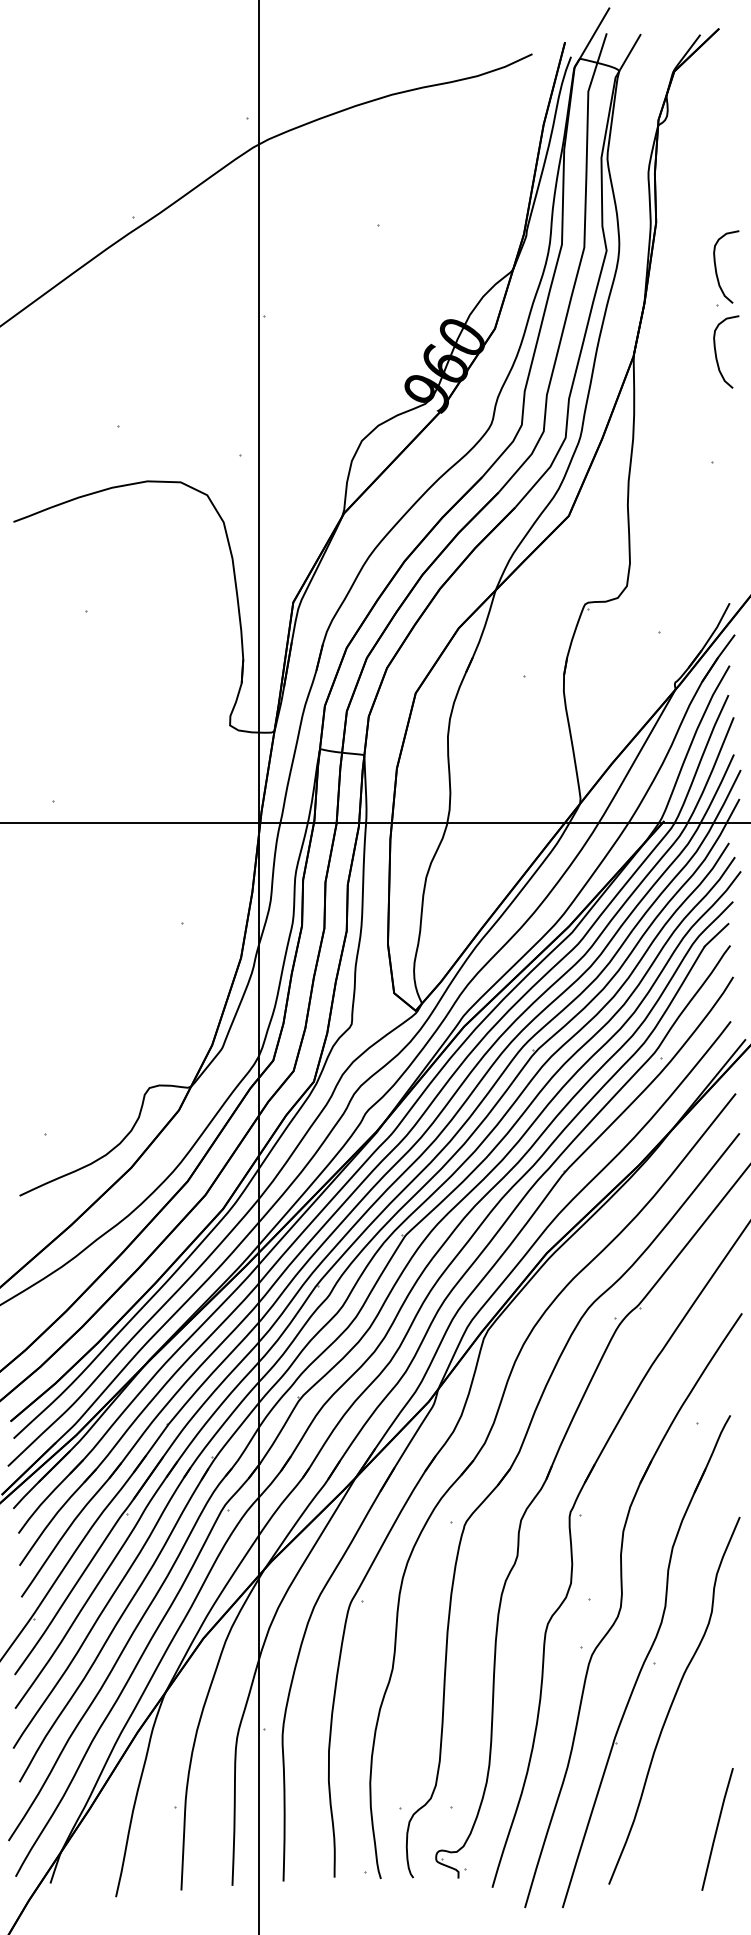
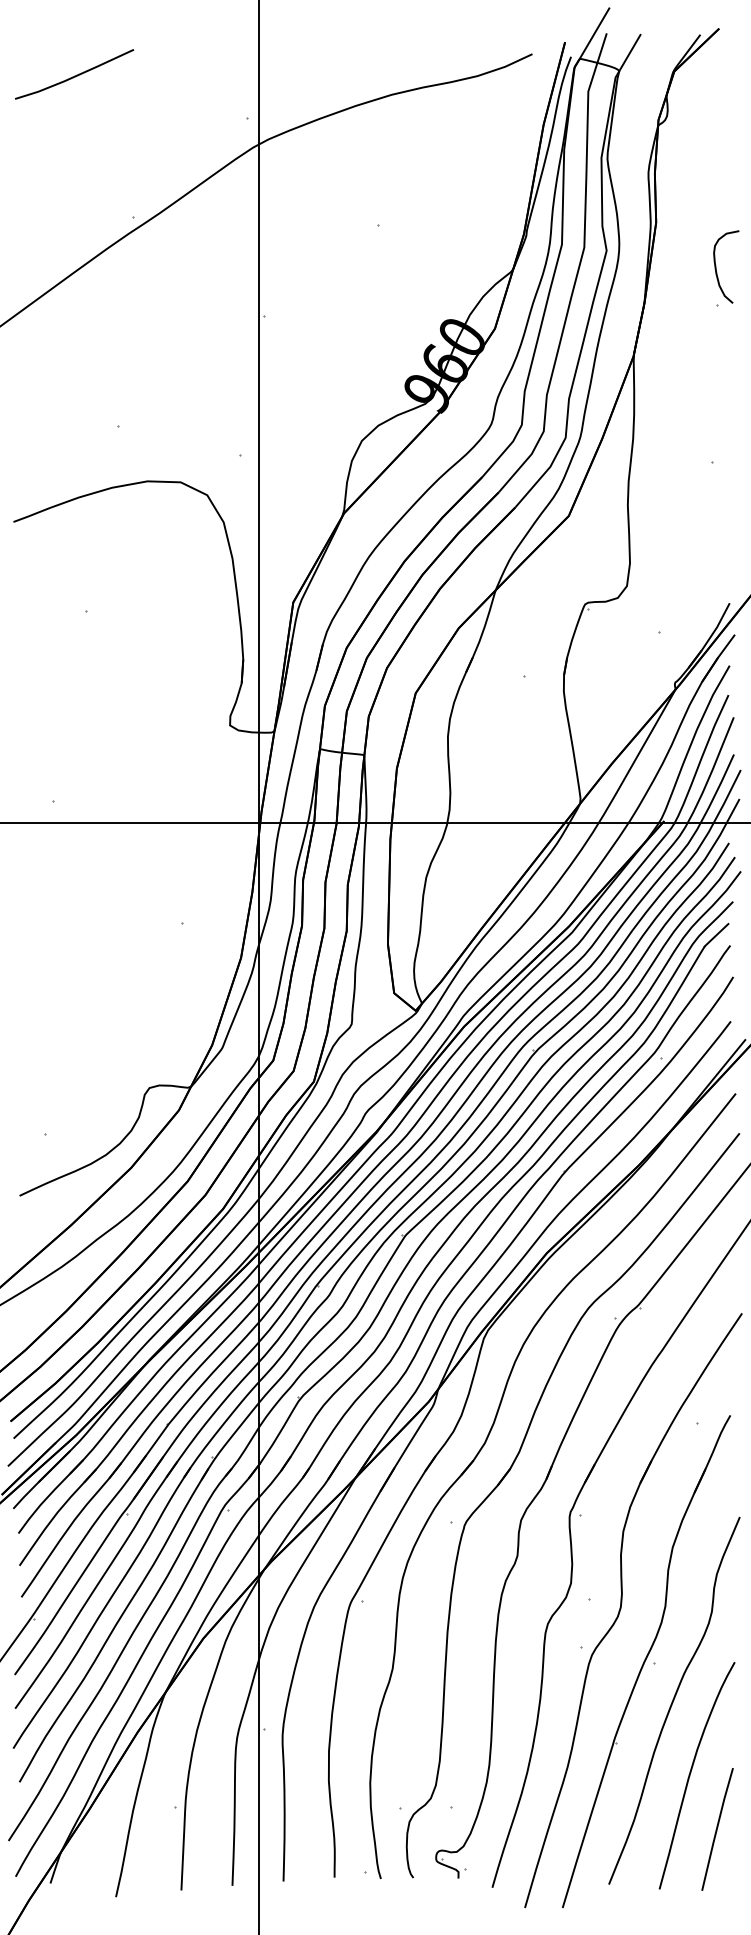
line at (74, 75): none -> present
curve at (716, 351): present -> none
curve at (691, 1773): none -> present
